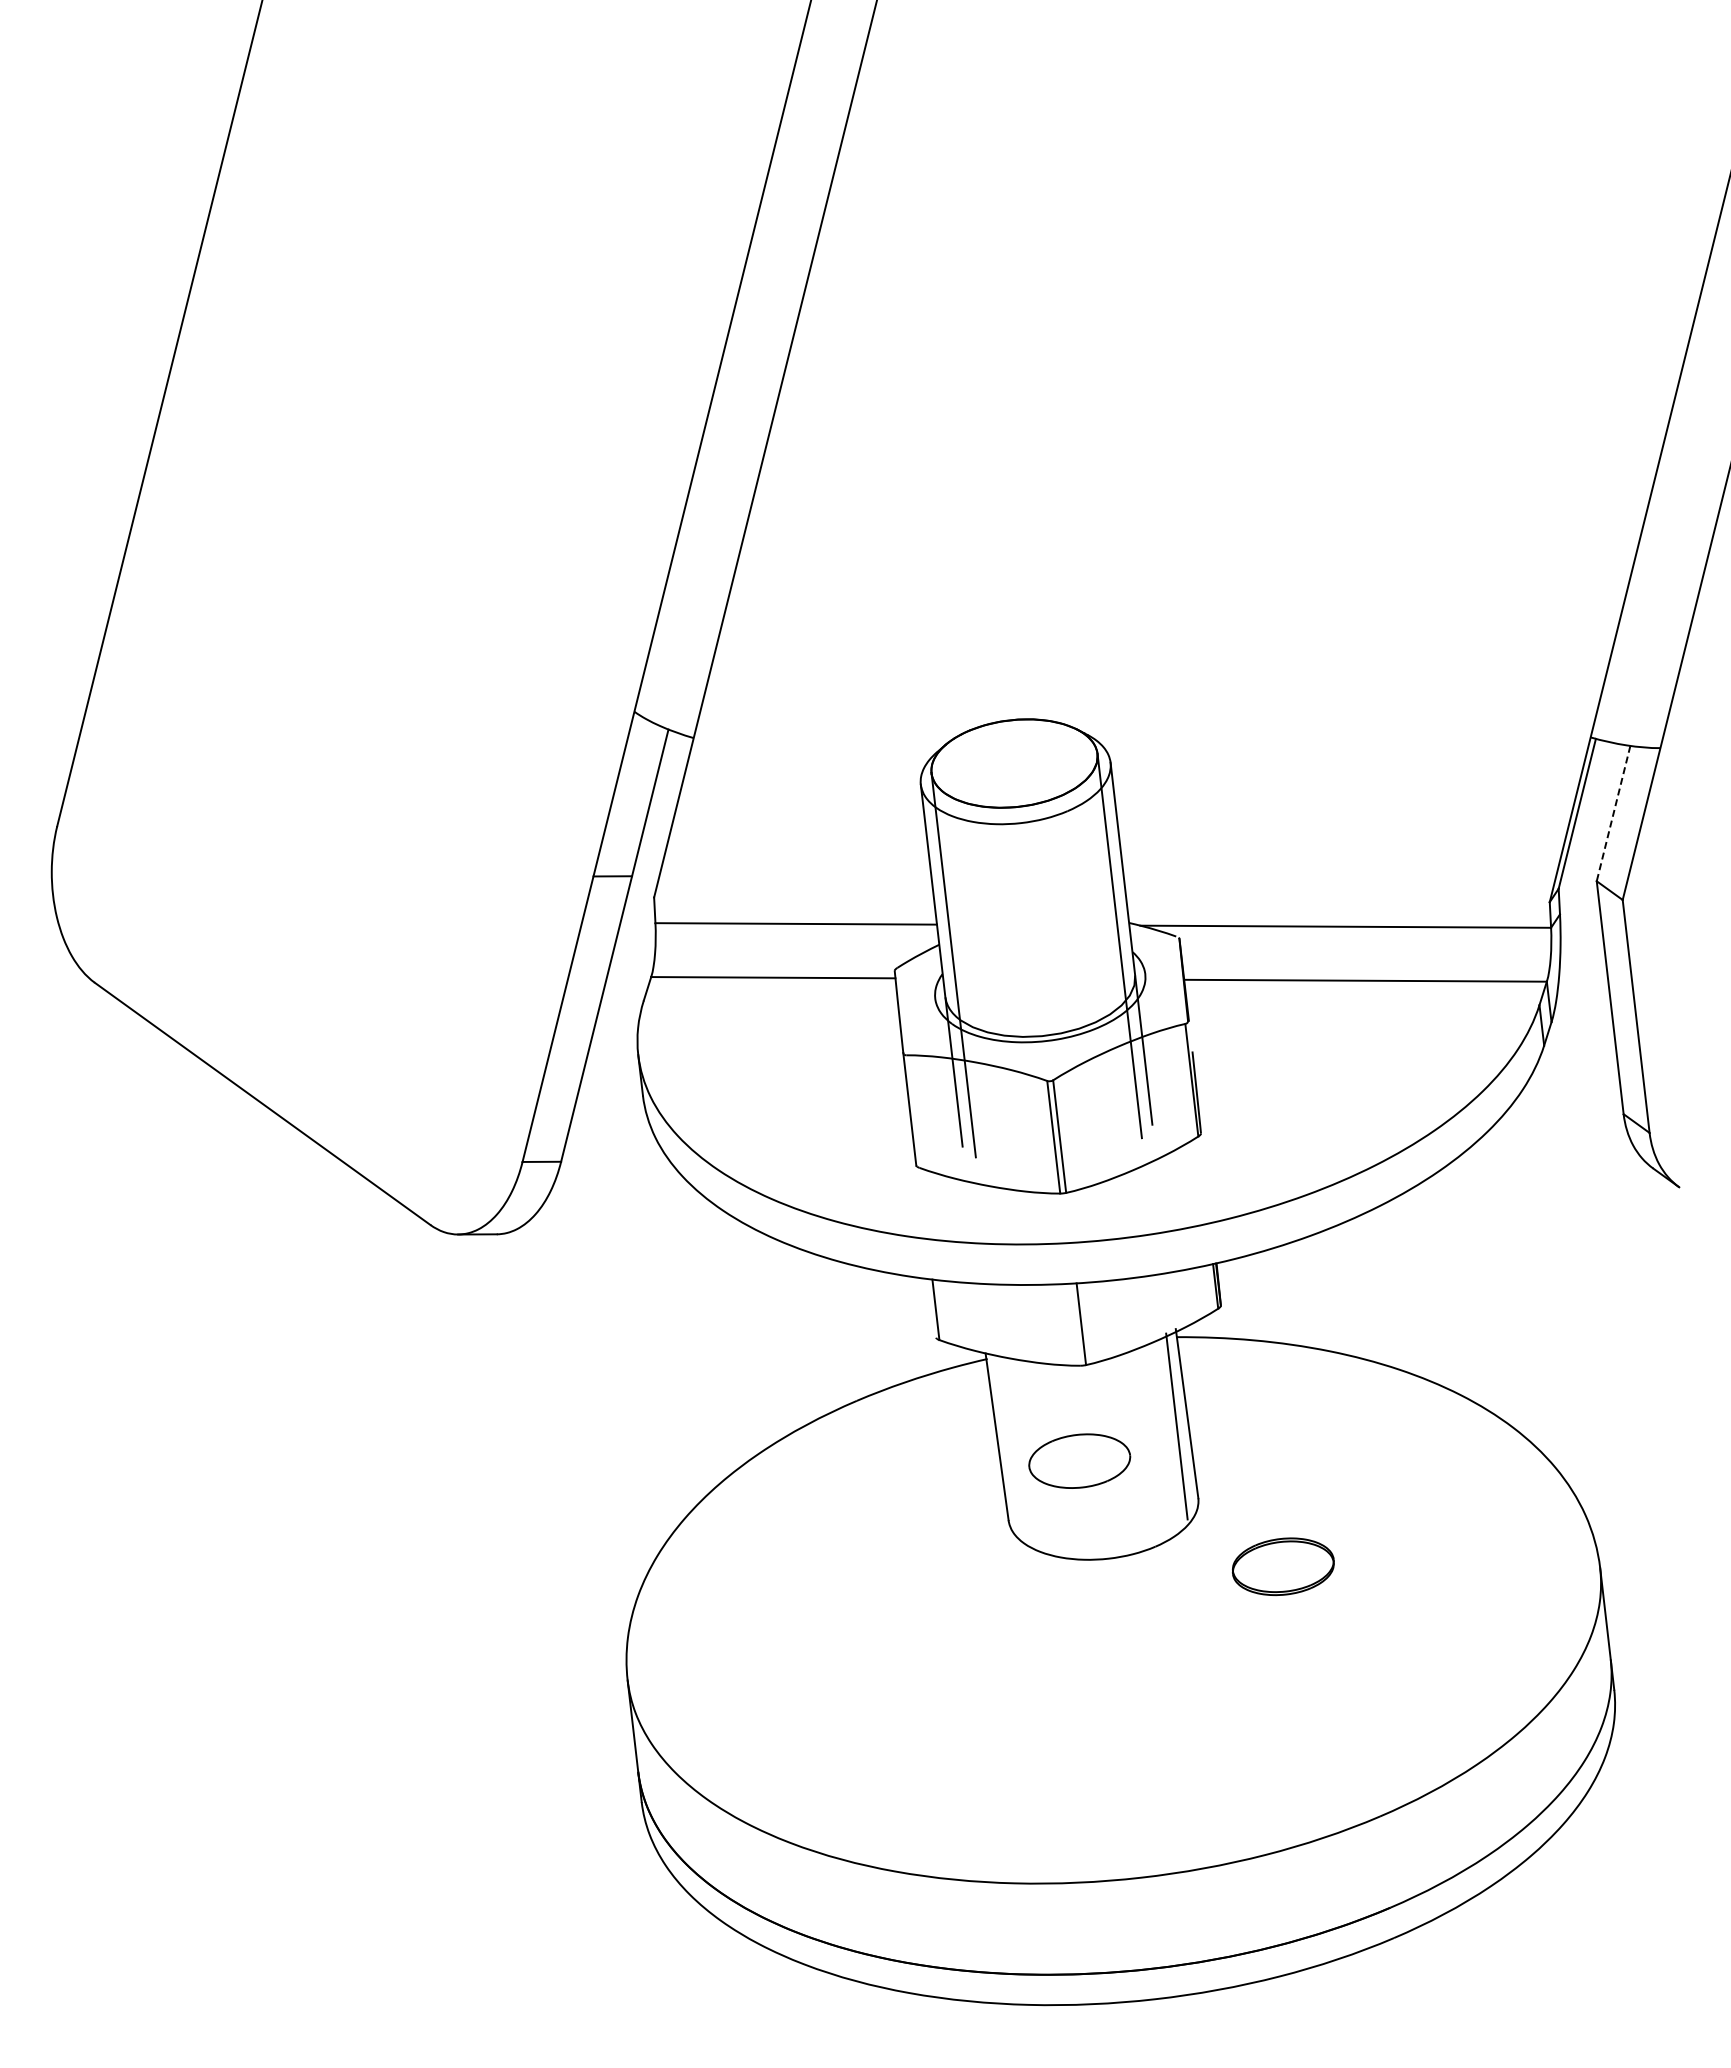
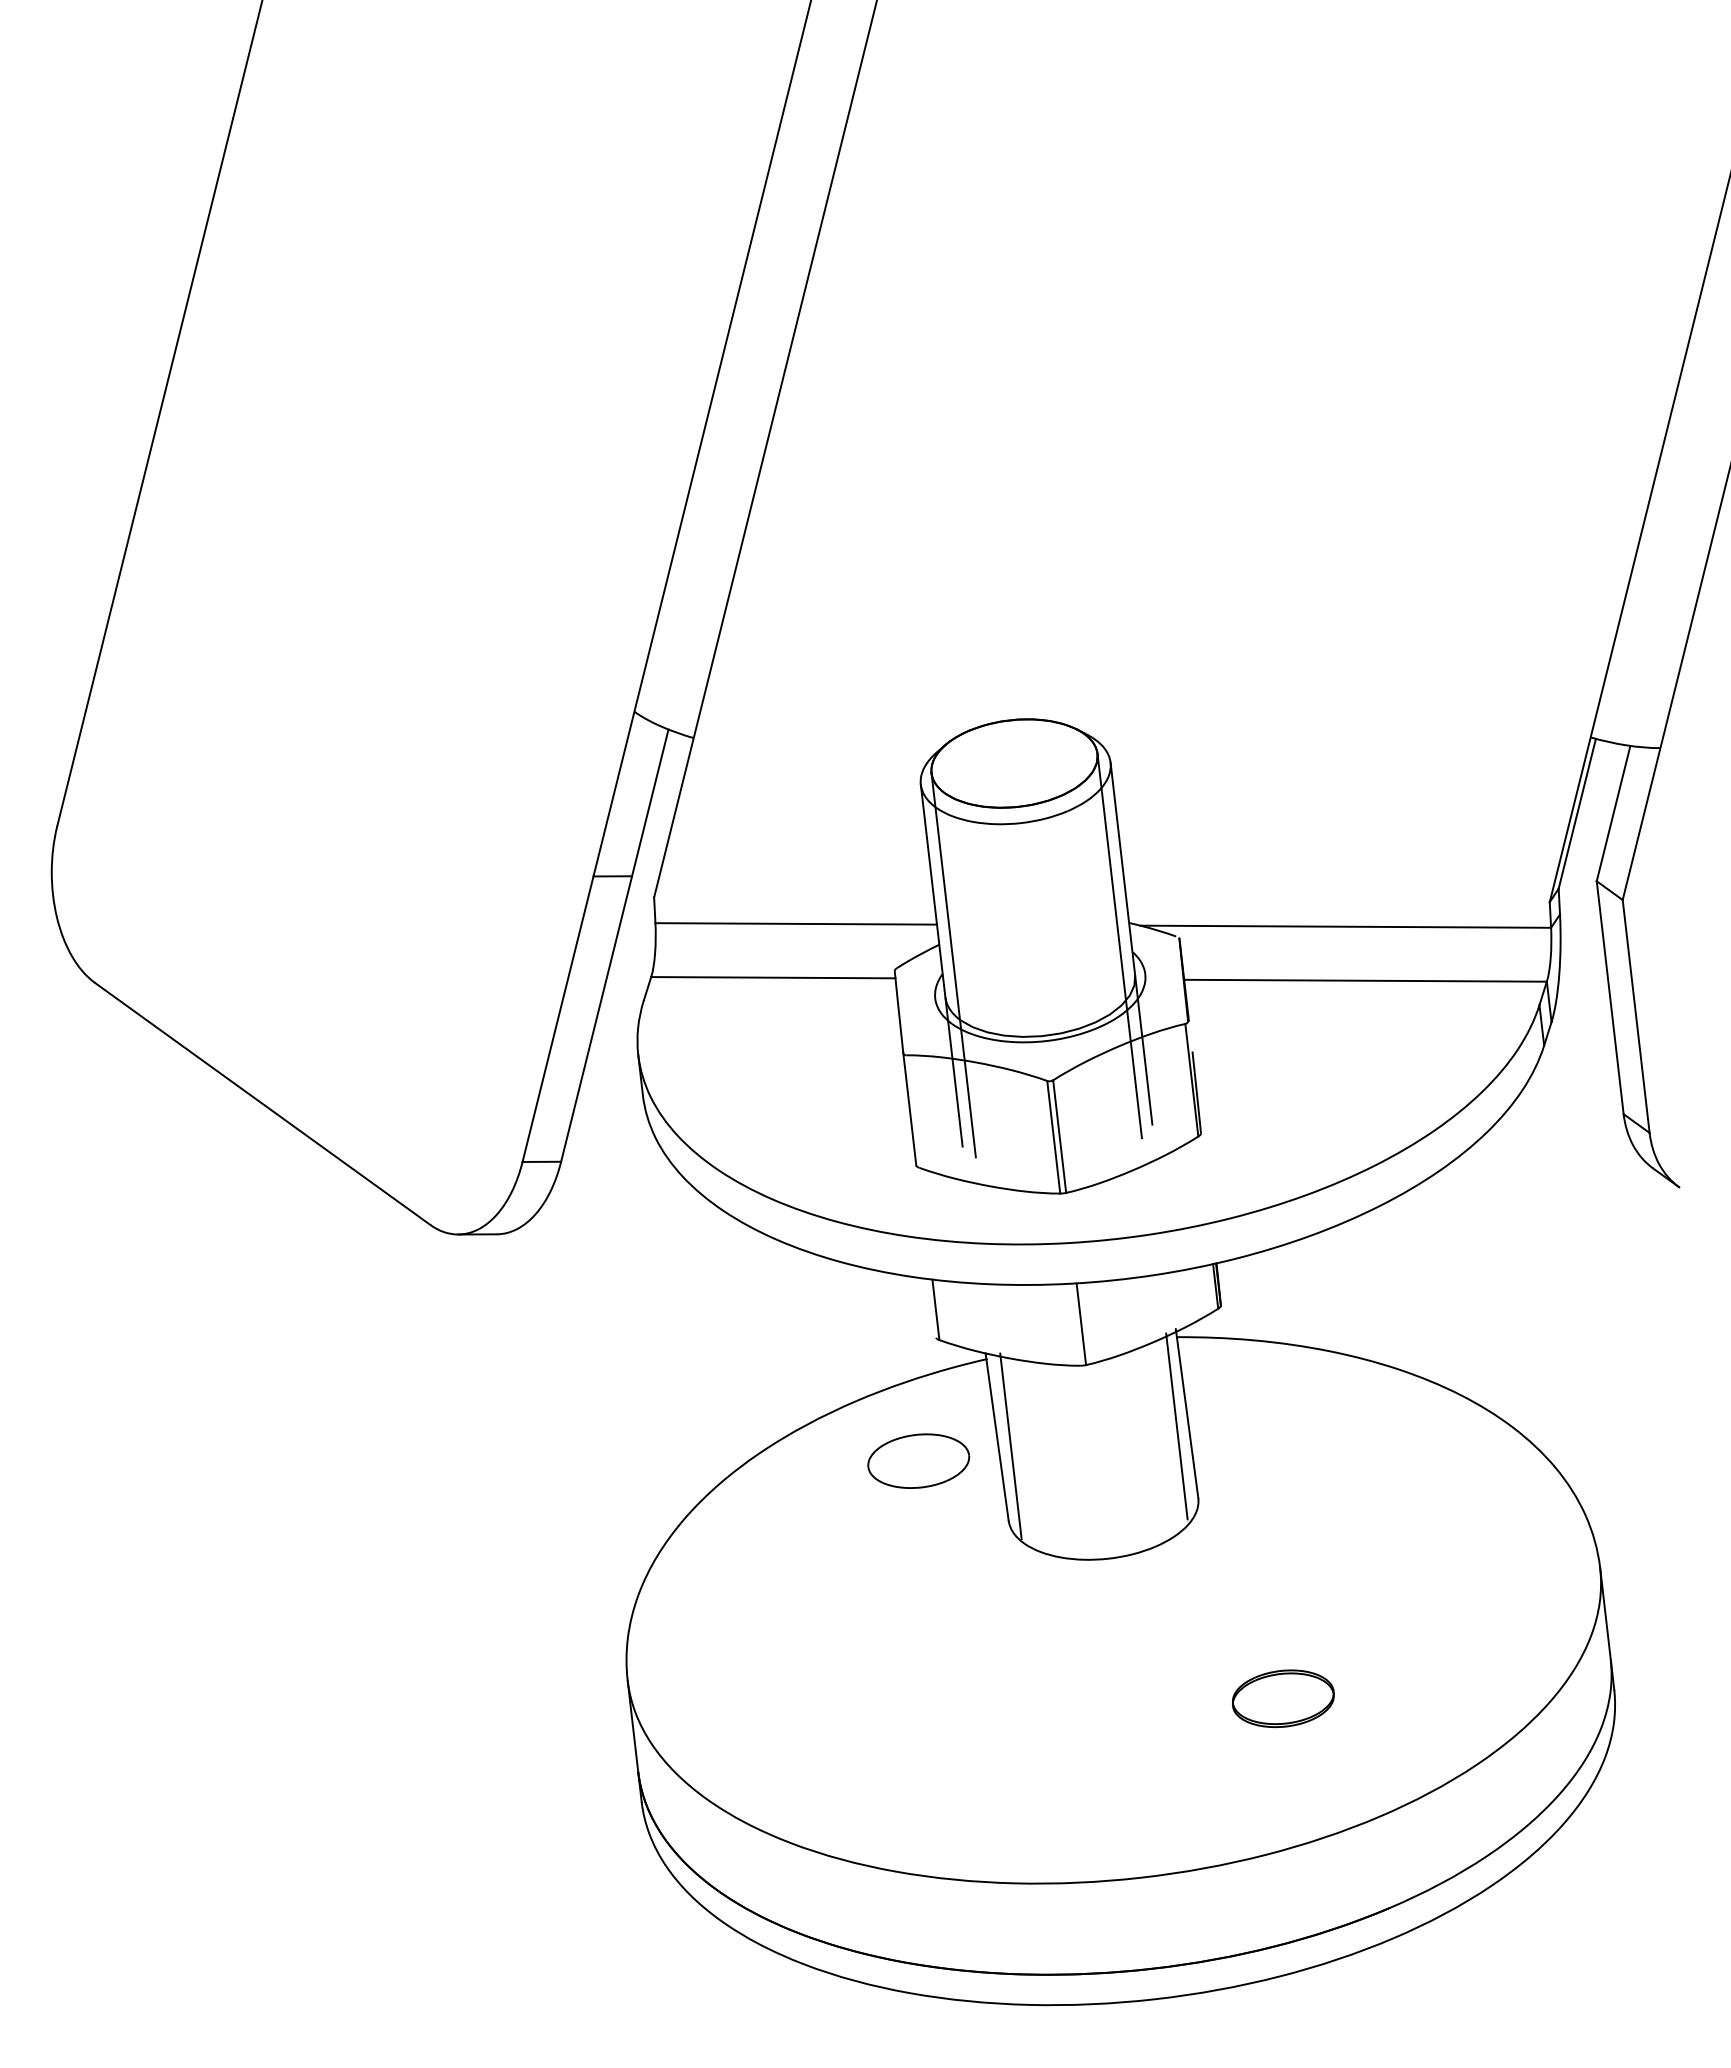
line at (1613, 813): dashed -> solid
line at (1010, 1446): none -> present
part at (1079, 1460) position: (1079, 1460) -> (918, 1460)
part at (1283, 1566) position: (1283, 1566) -> (1283, 1698)
